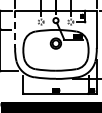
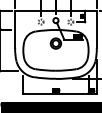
line at (15, 30): dashed -> solid
